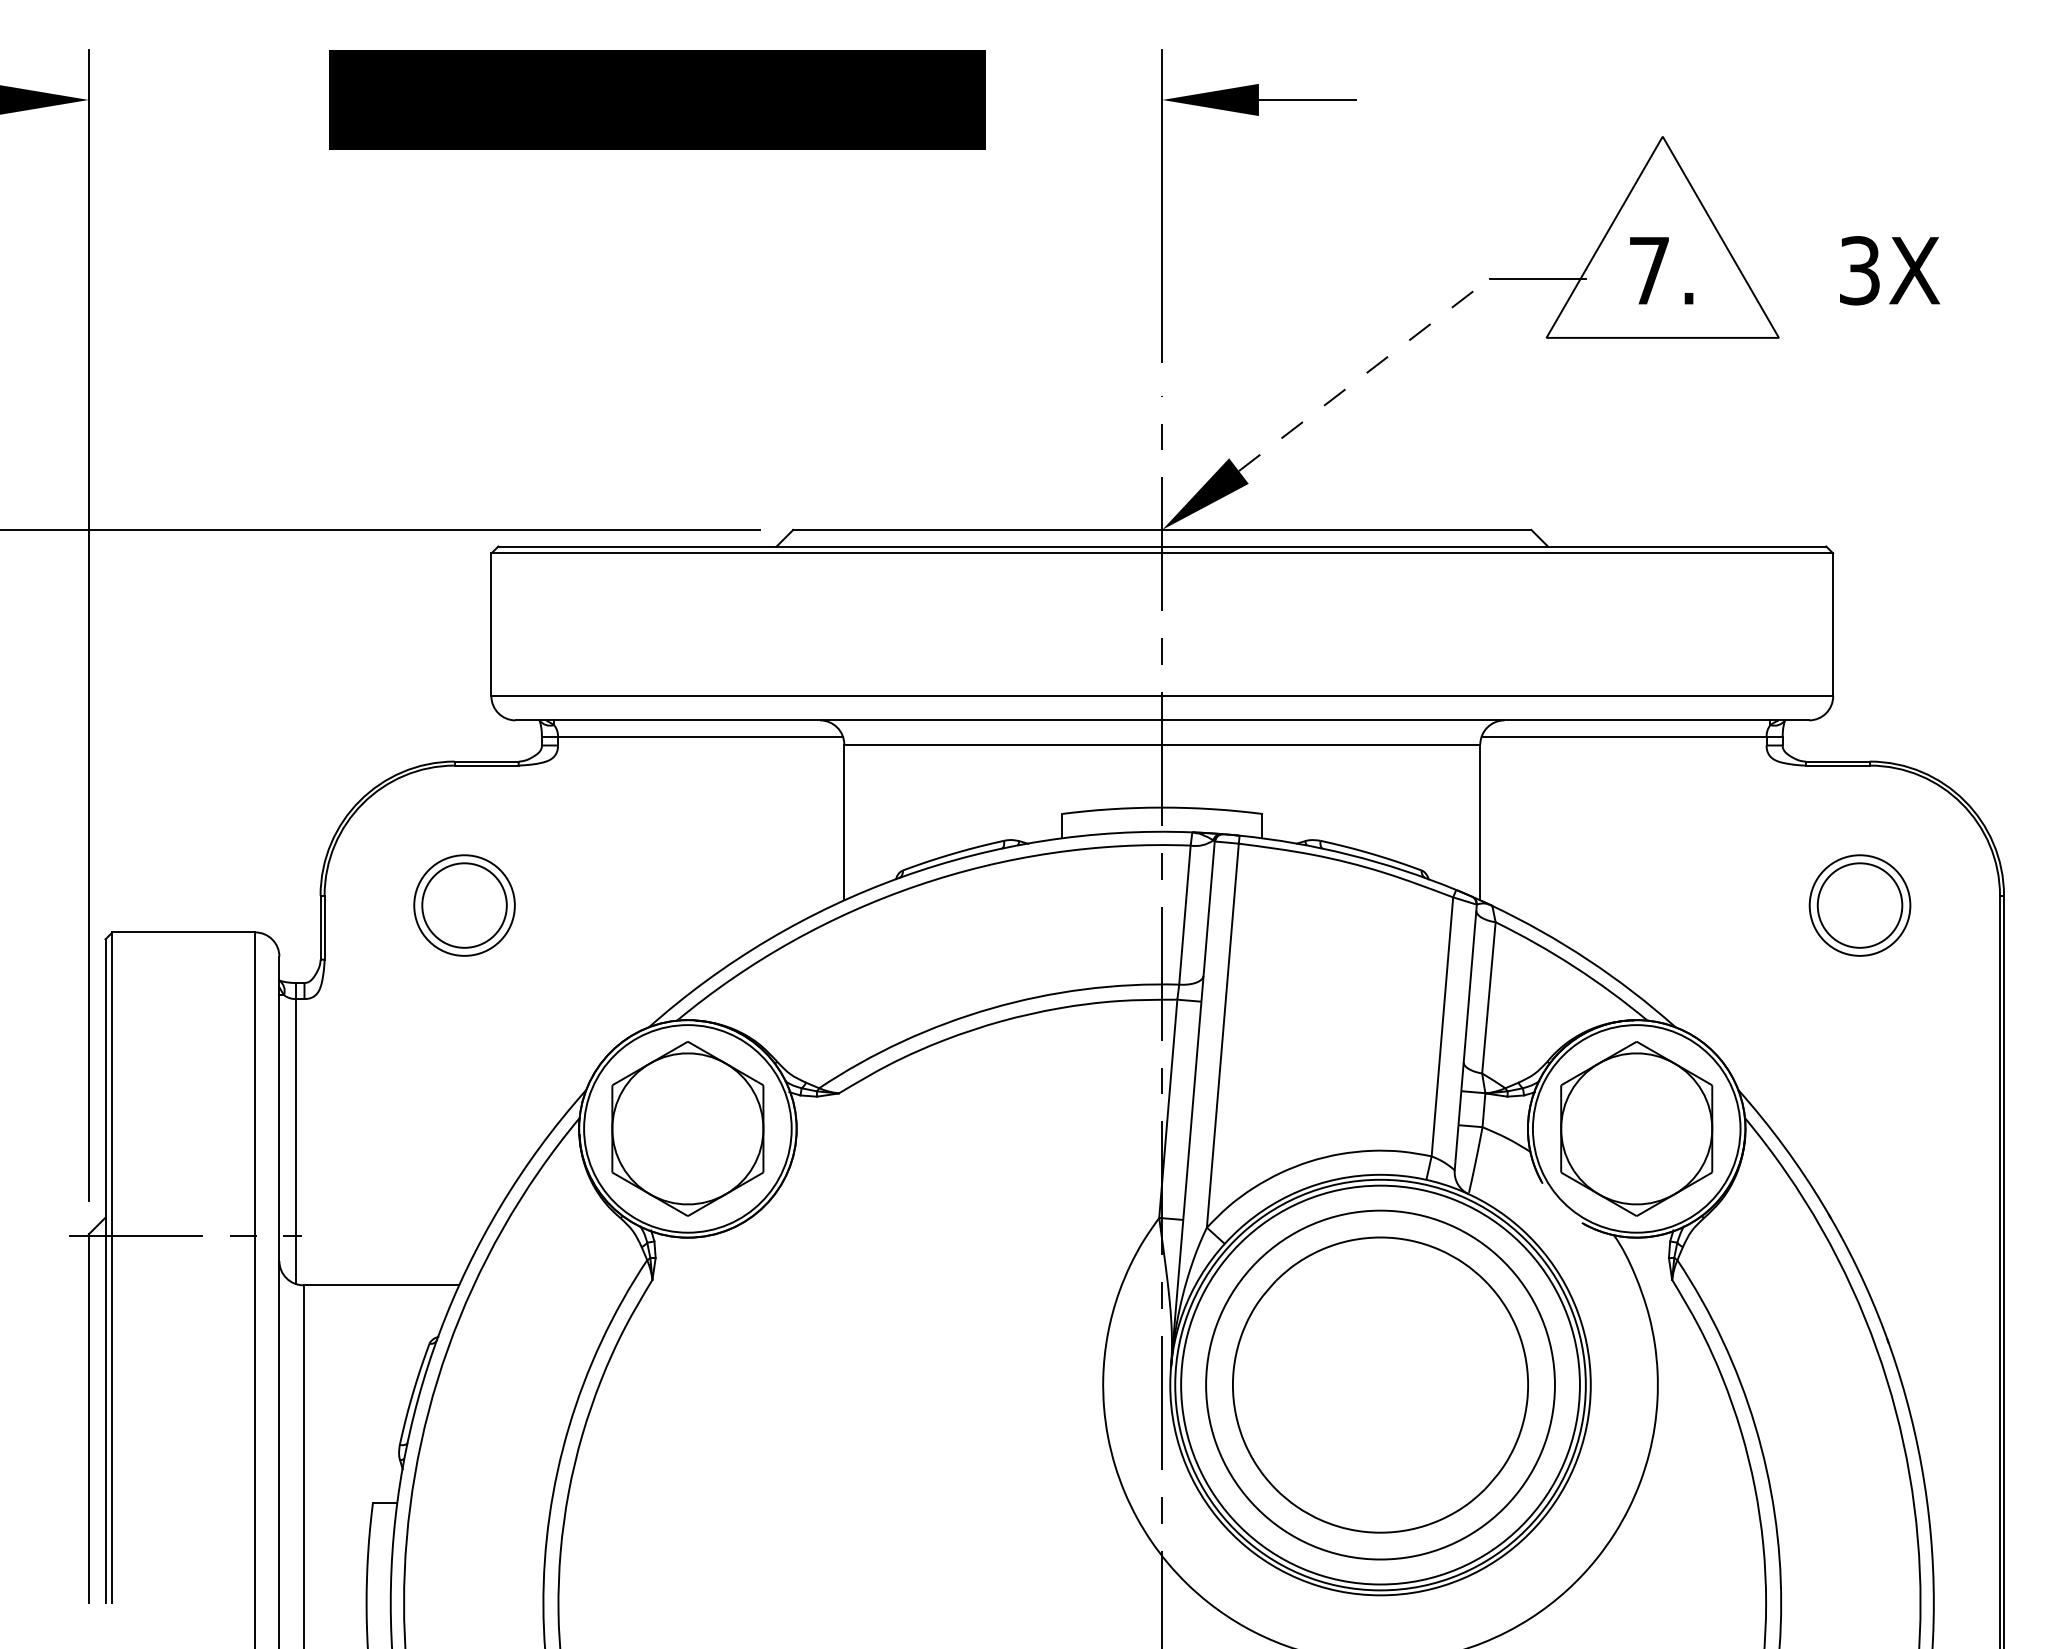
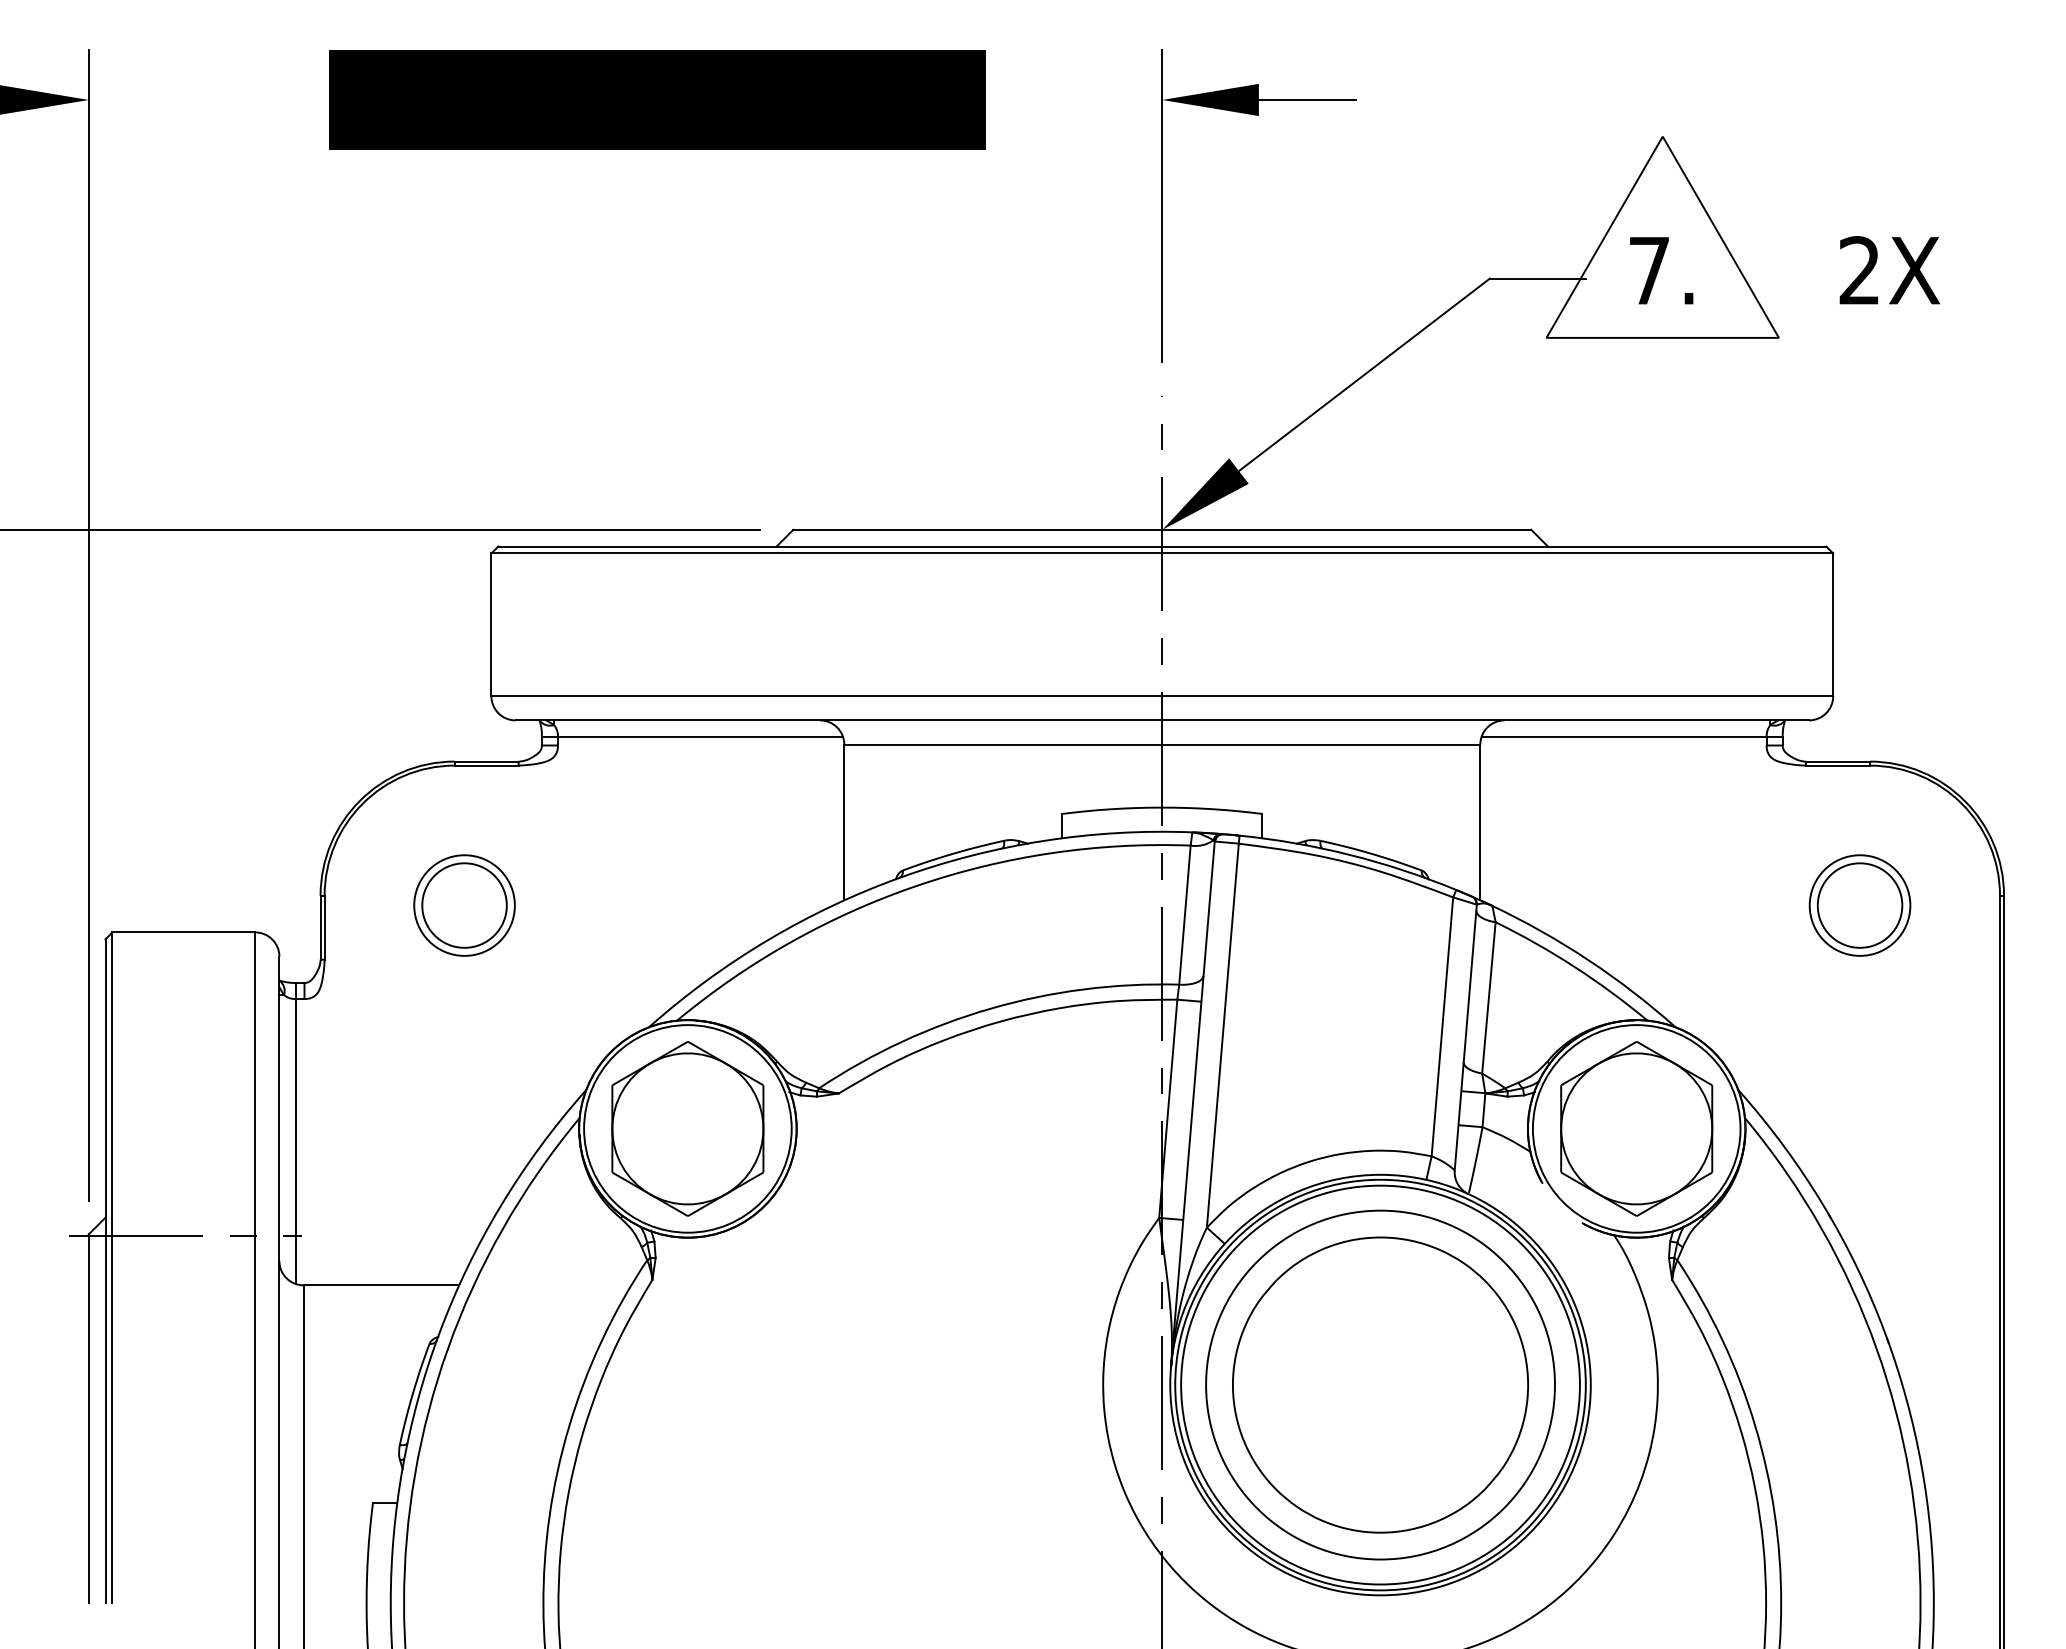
text at (1859, 270): 3X -> 2X
line at (1364, 374): dashed -> solid
